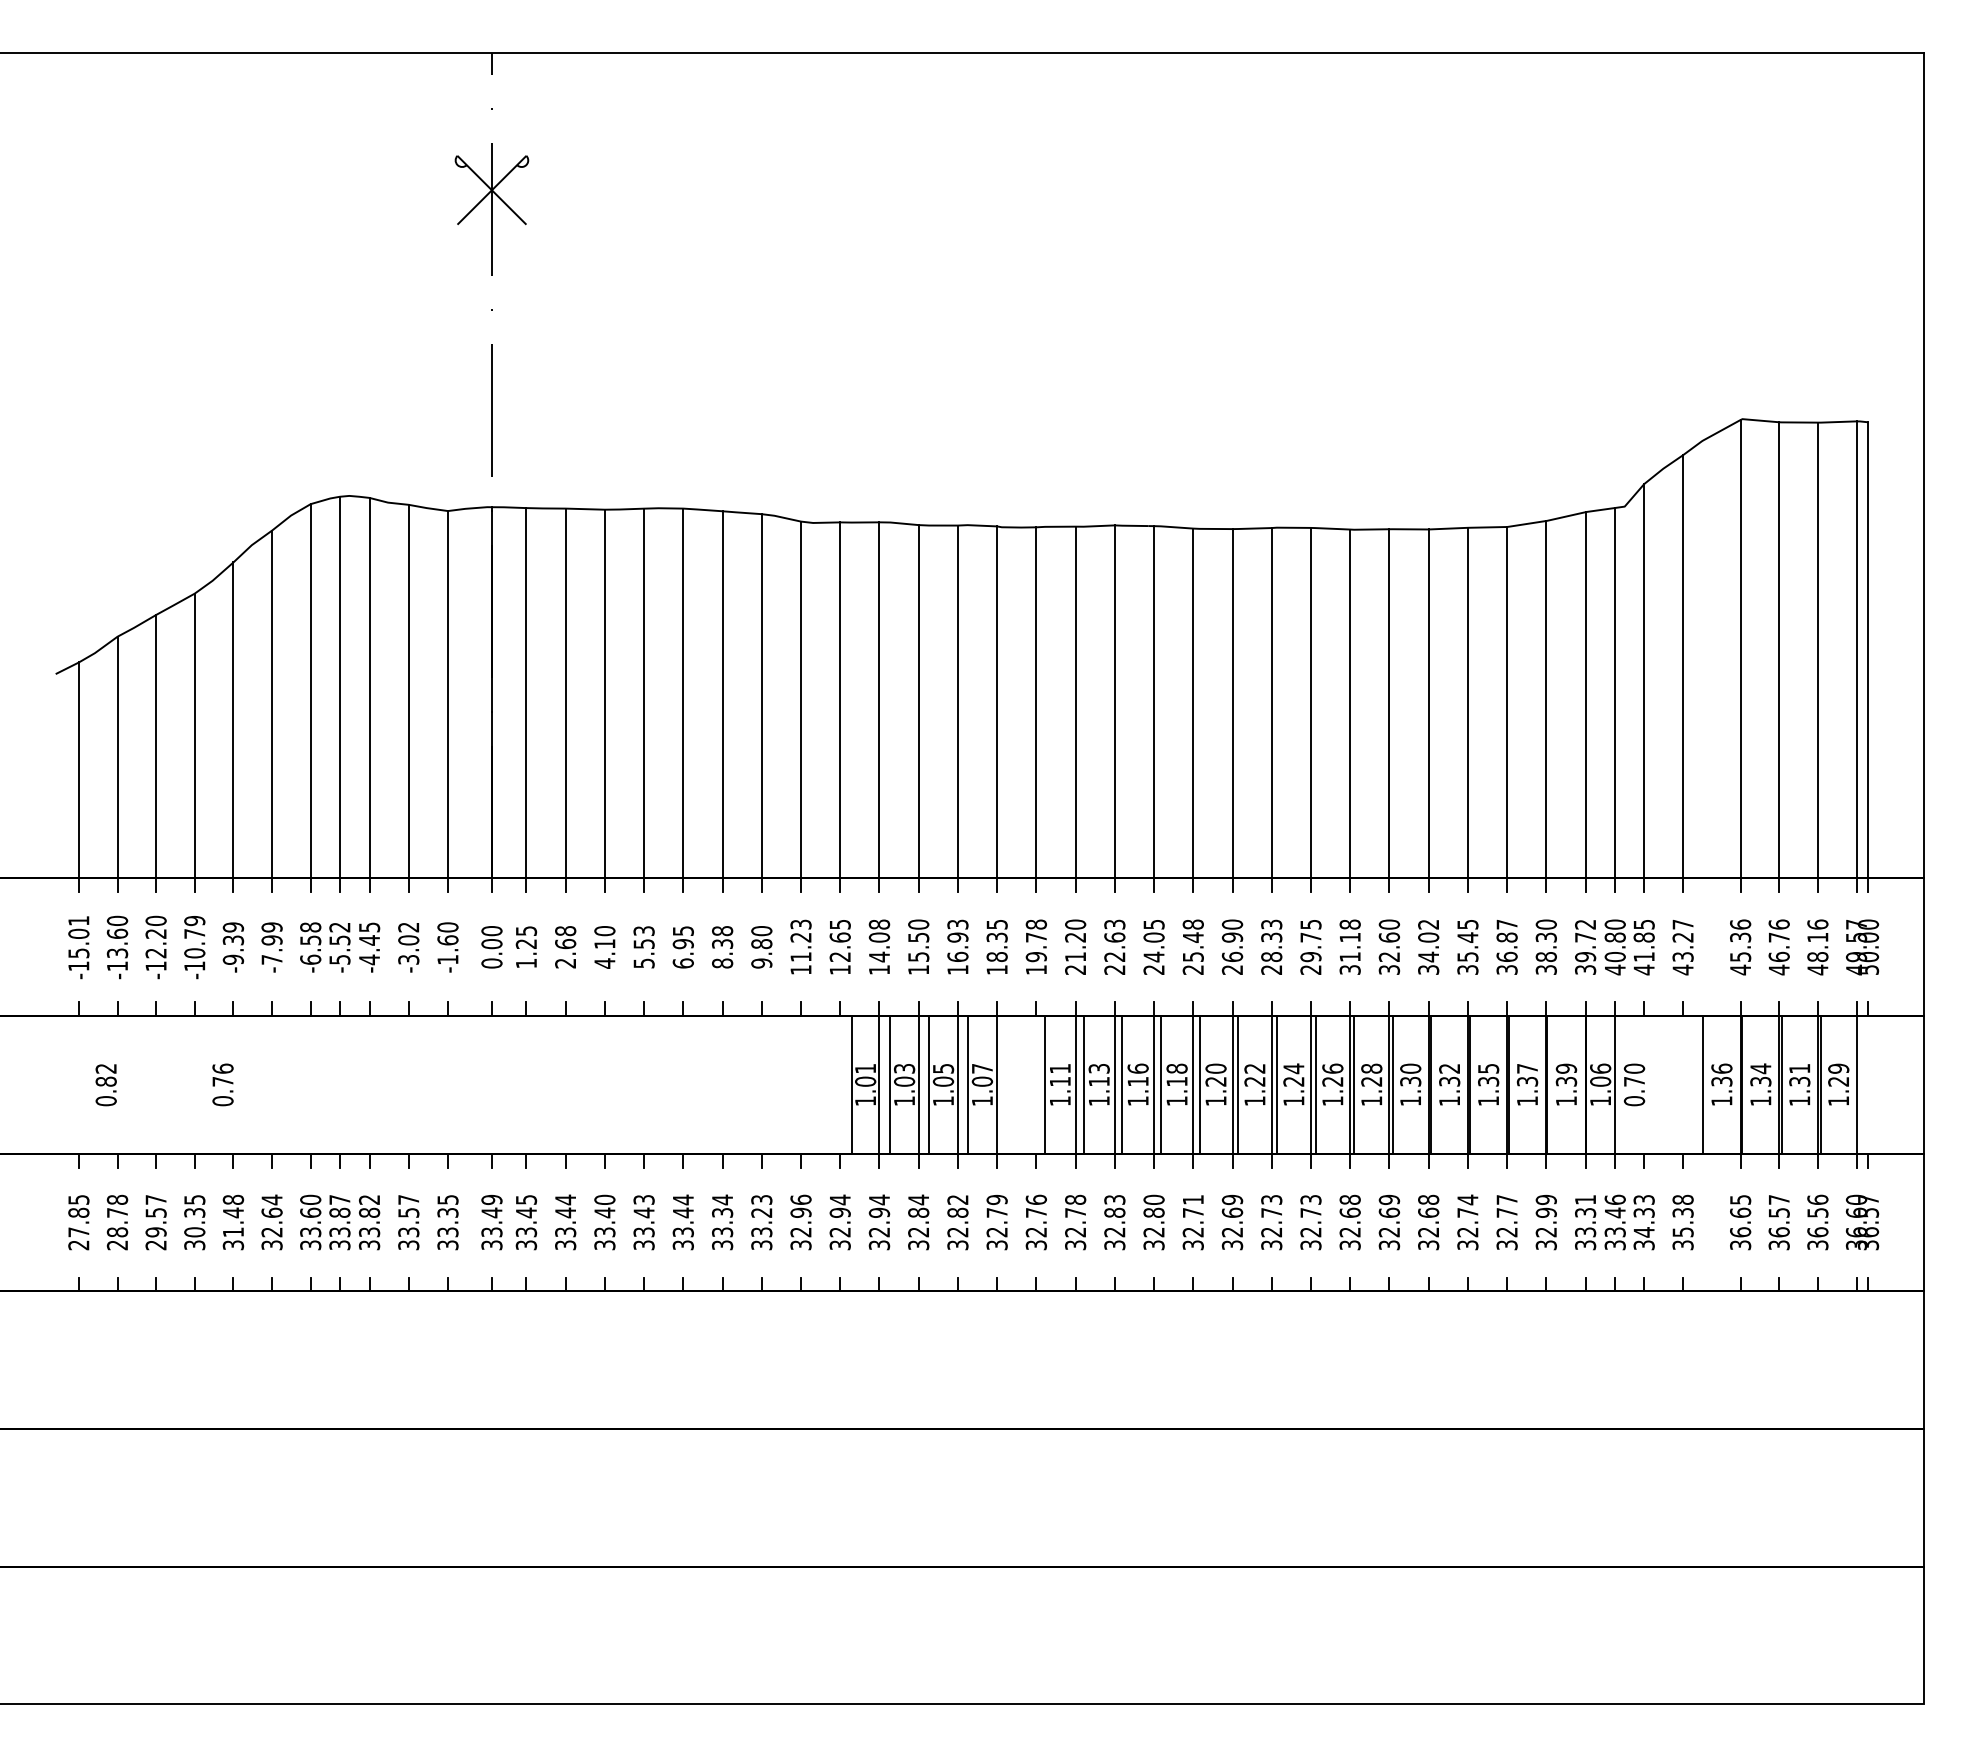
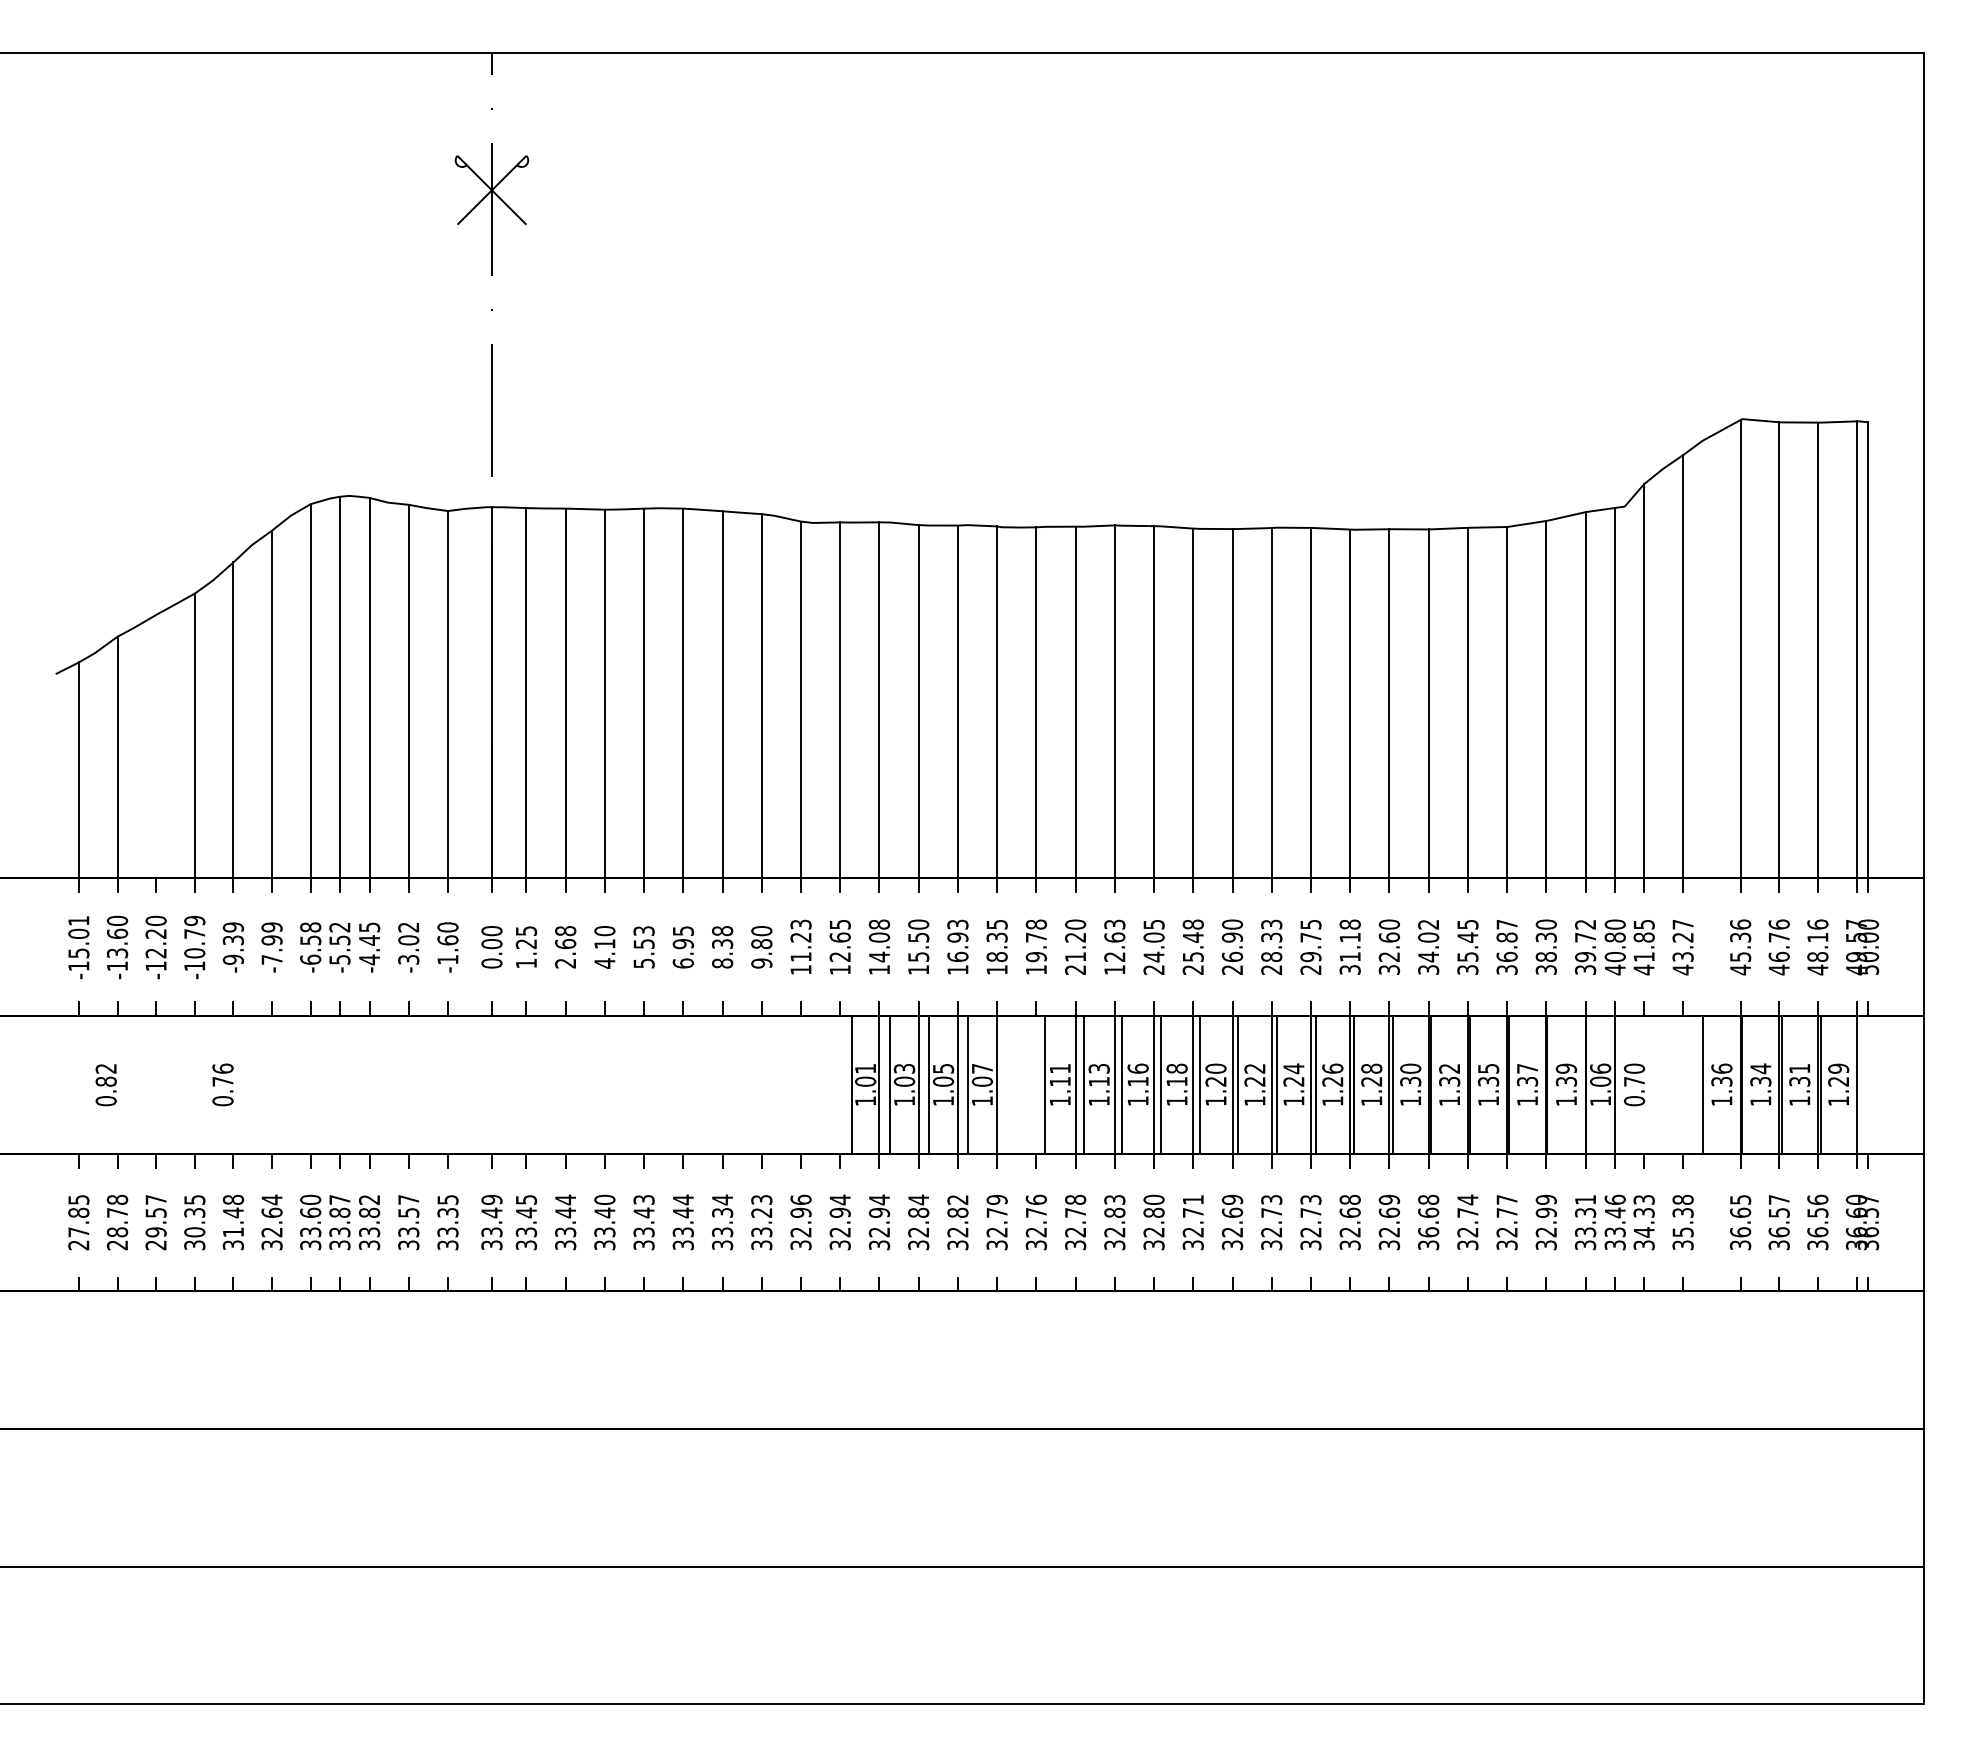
line at (156, 746): present -> none
text at (1114, 969): 22.63 -> 12.63
text at (1428, 1232): 32.68 -> 36.68
